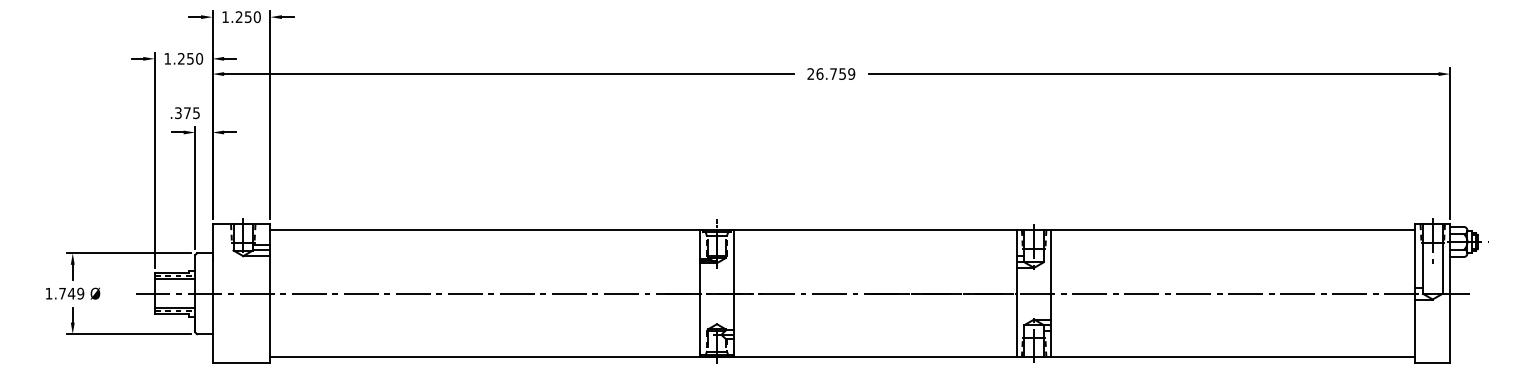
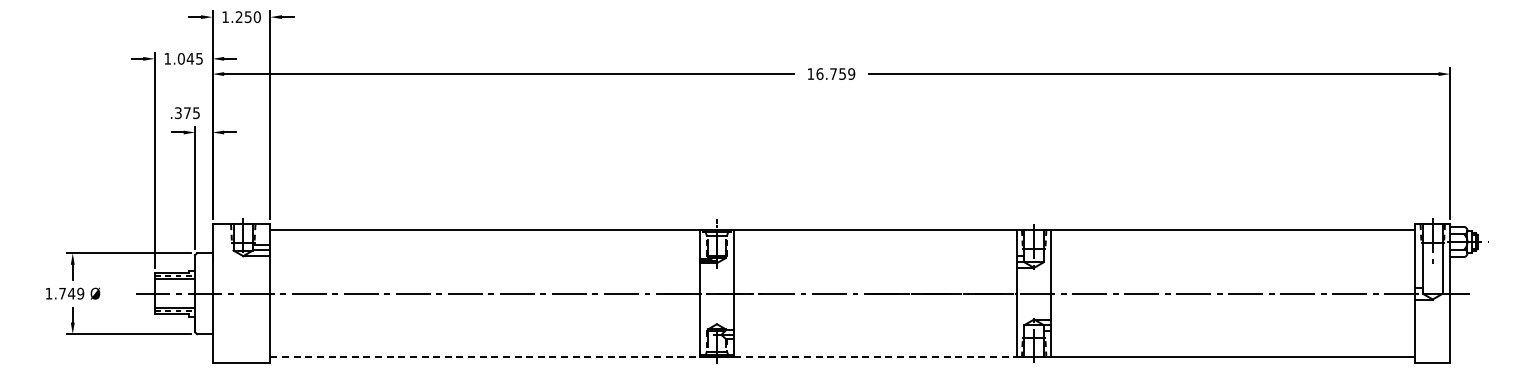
text at (190, 58): 1.250 -> 1.045
text at (810, 73): 26.759 -> 16.759
line at (484, 357): solid -> dashed
line at (876, 357): solid -> dashed
